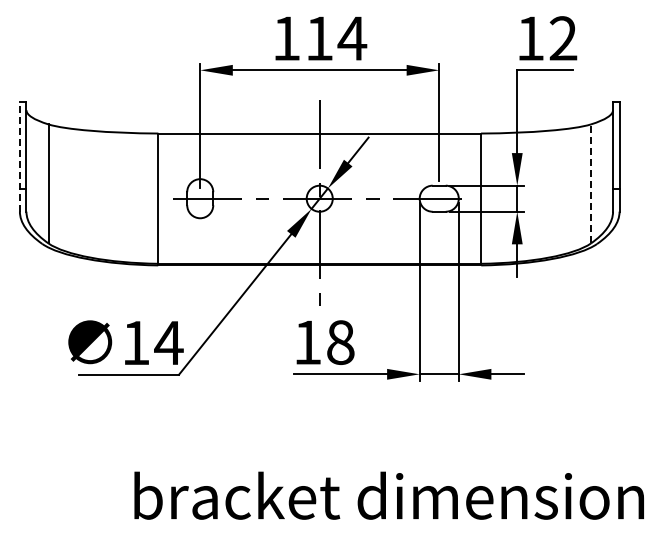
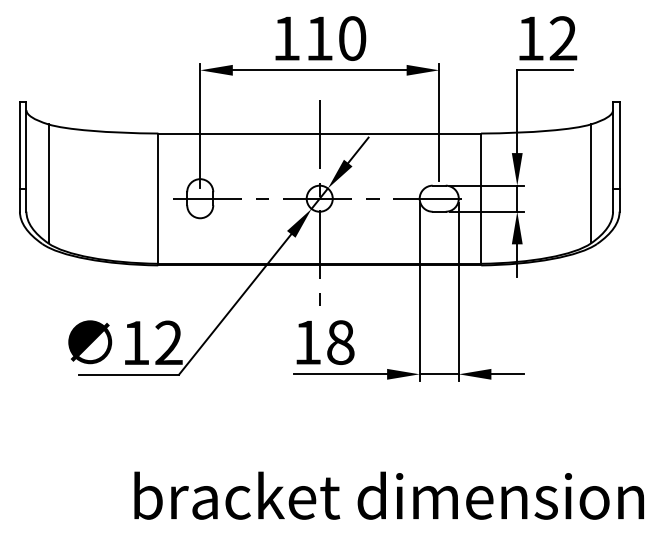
text at (352, 38): 114 -> 110
line at (19, 156): dashed -> solid
line at (590, 183): dashed -> solid
text at (168, 342): 14 -> 12
